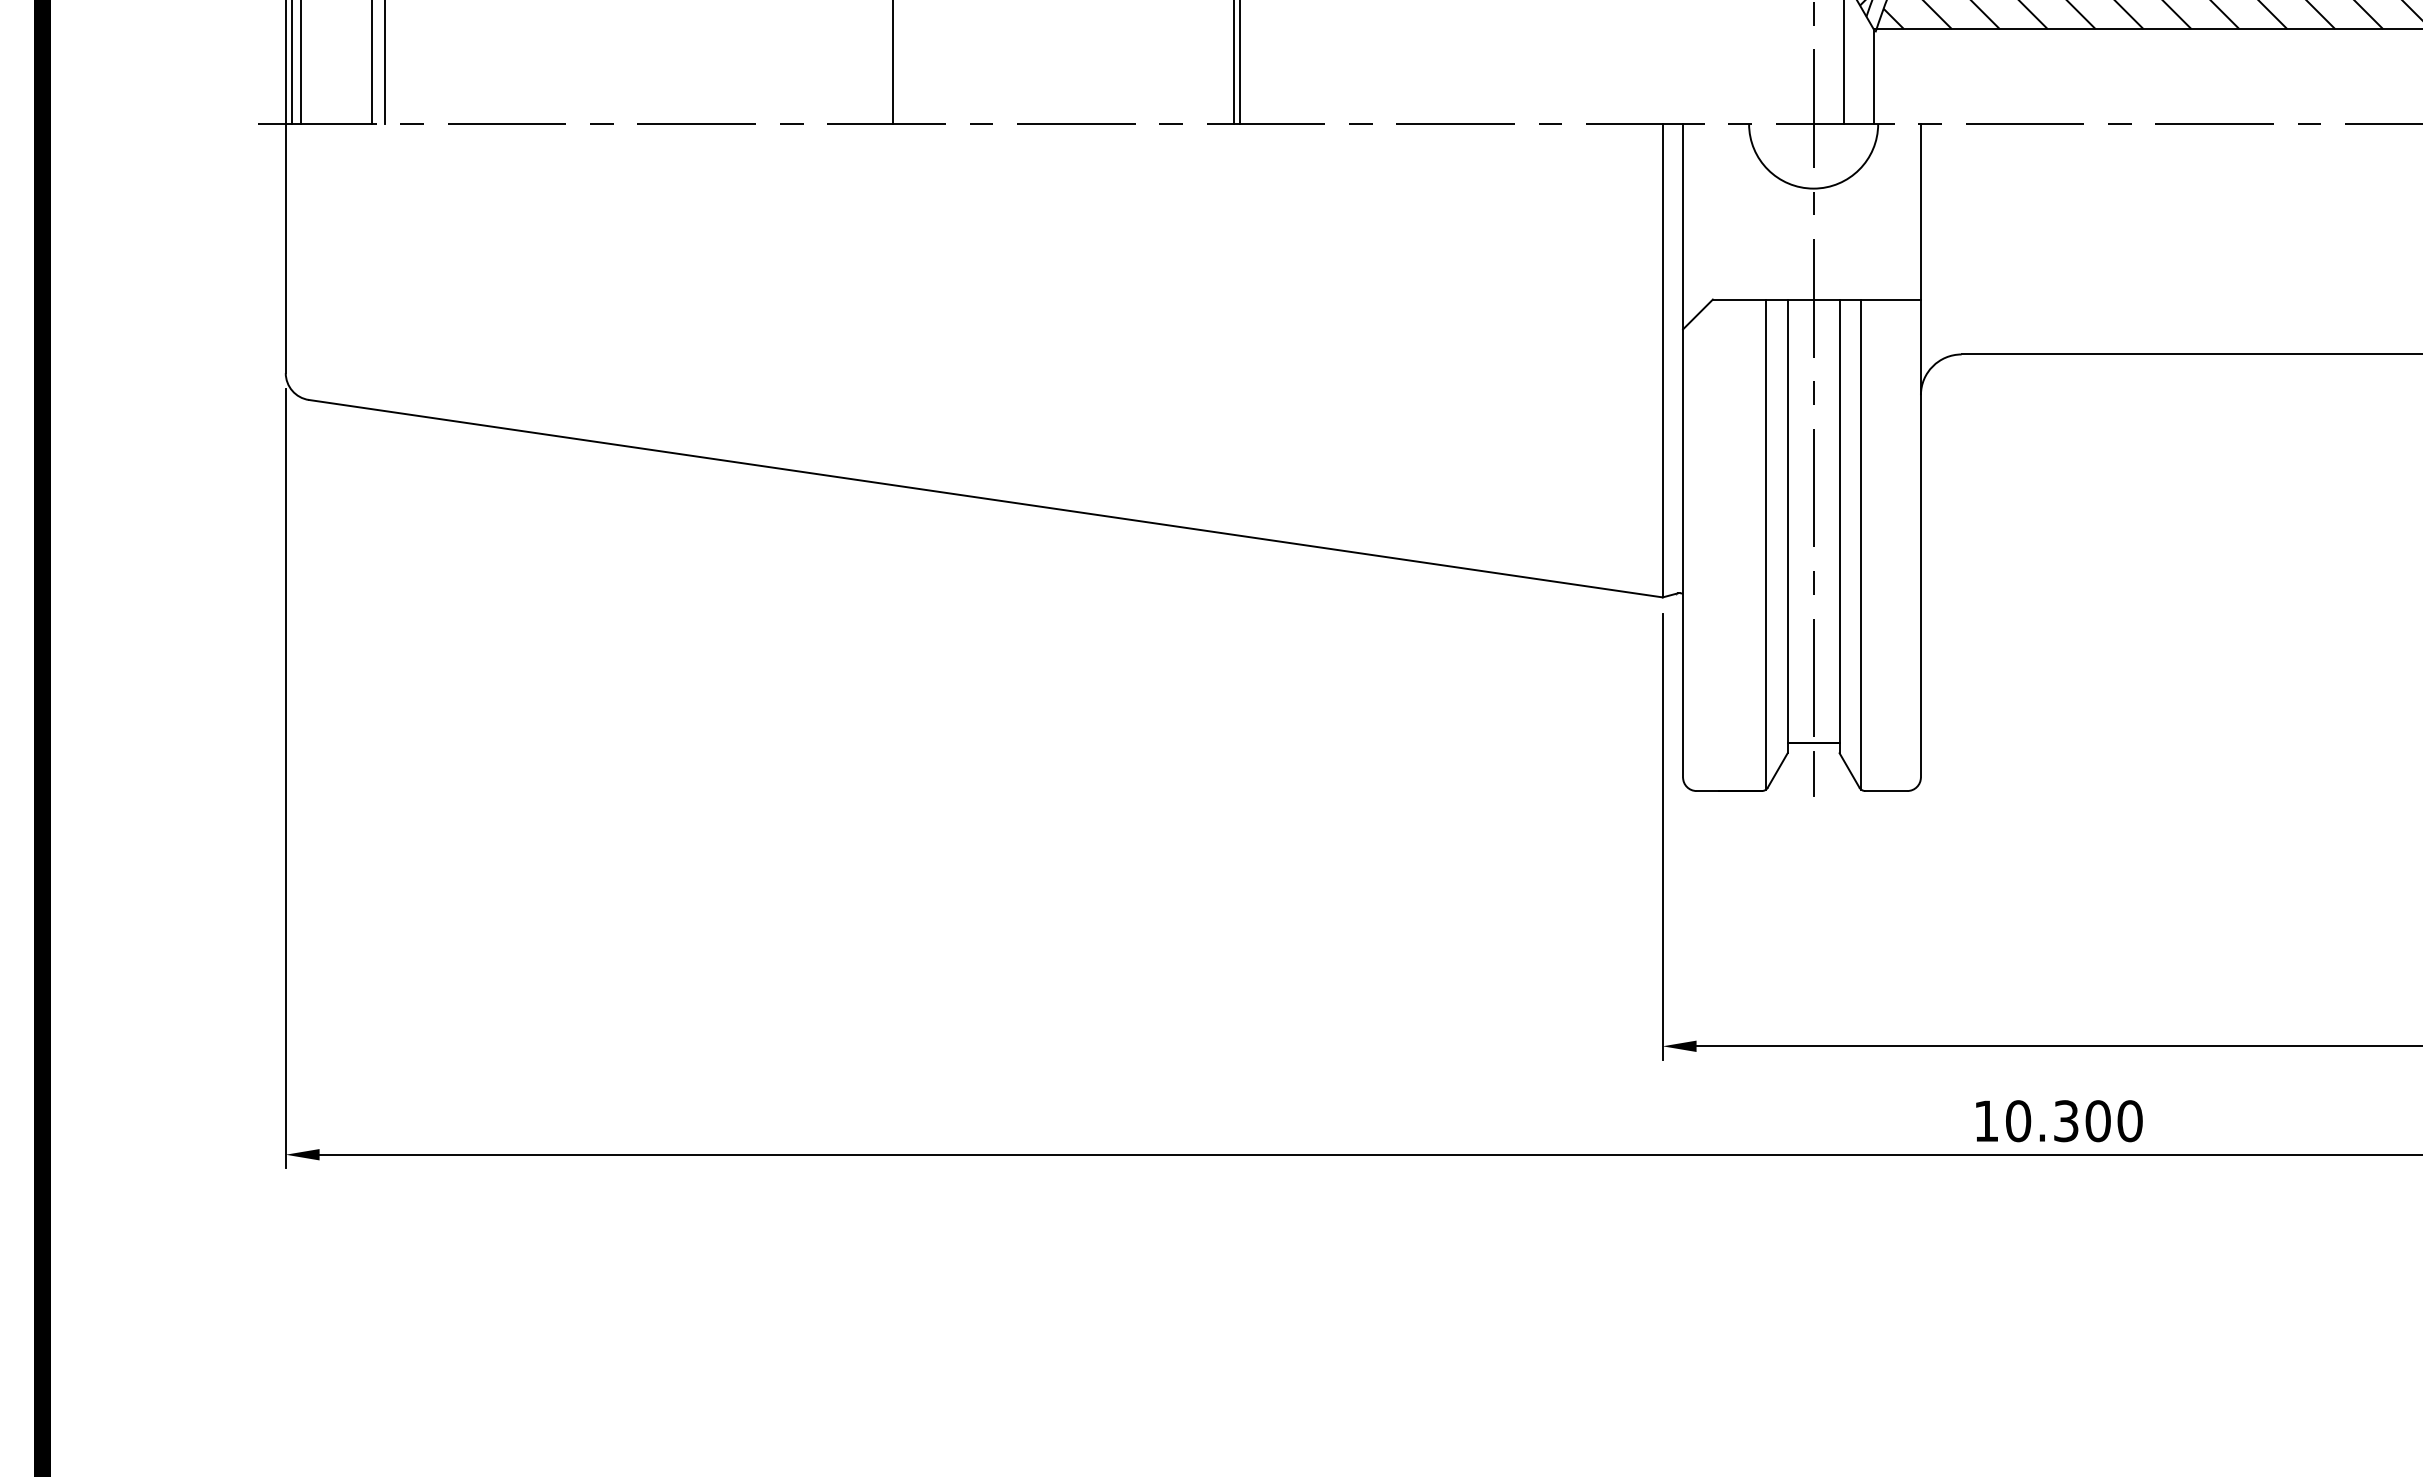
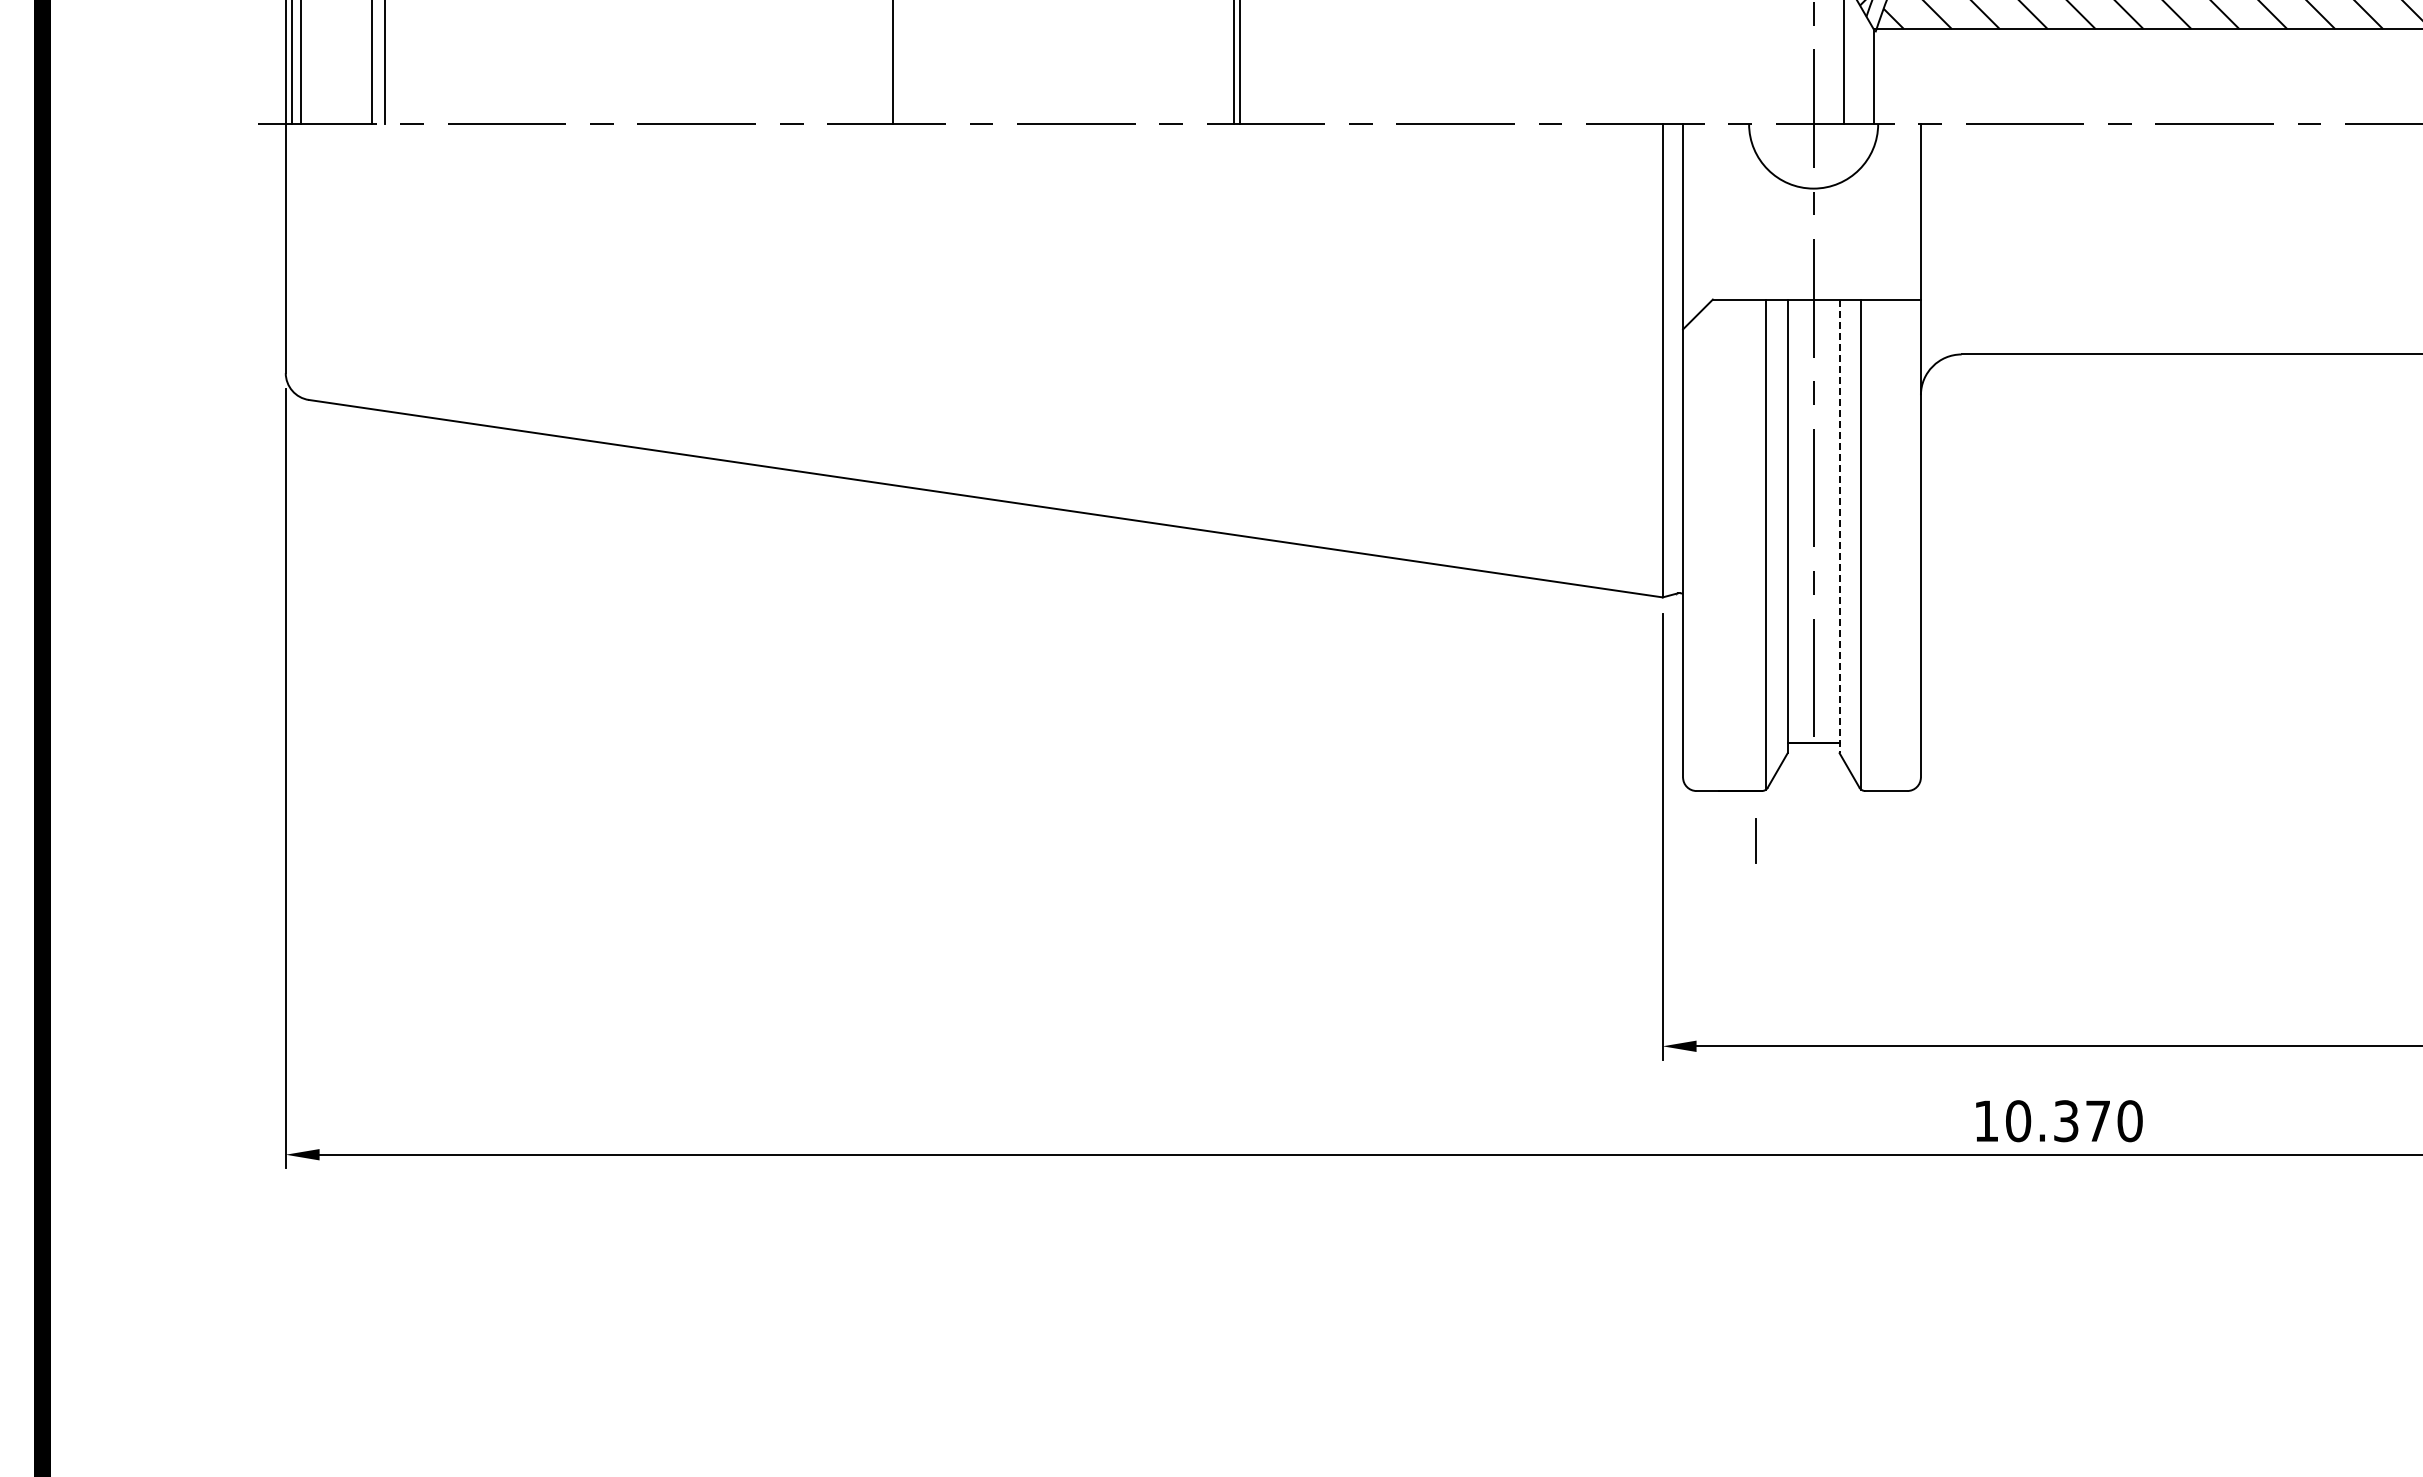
line at (1839, 526): solid -> dashed
line at (1813, 773) position: (1813, 773) -> (1755, 840)
text at (2097, 1121): 10.300 -> 10.370
